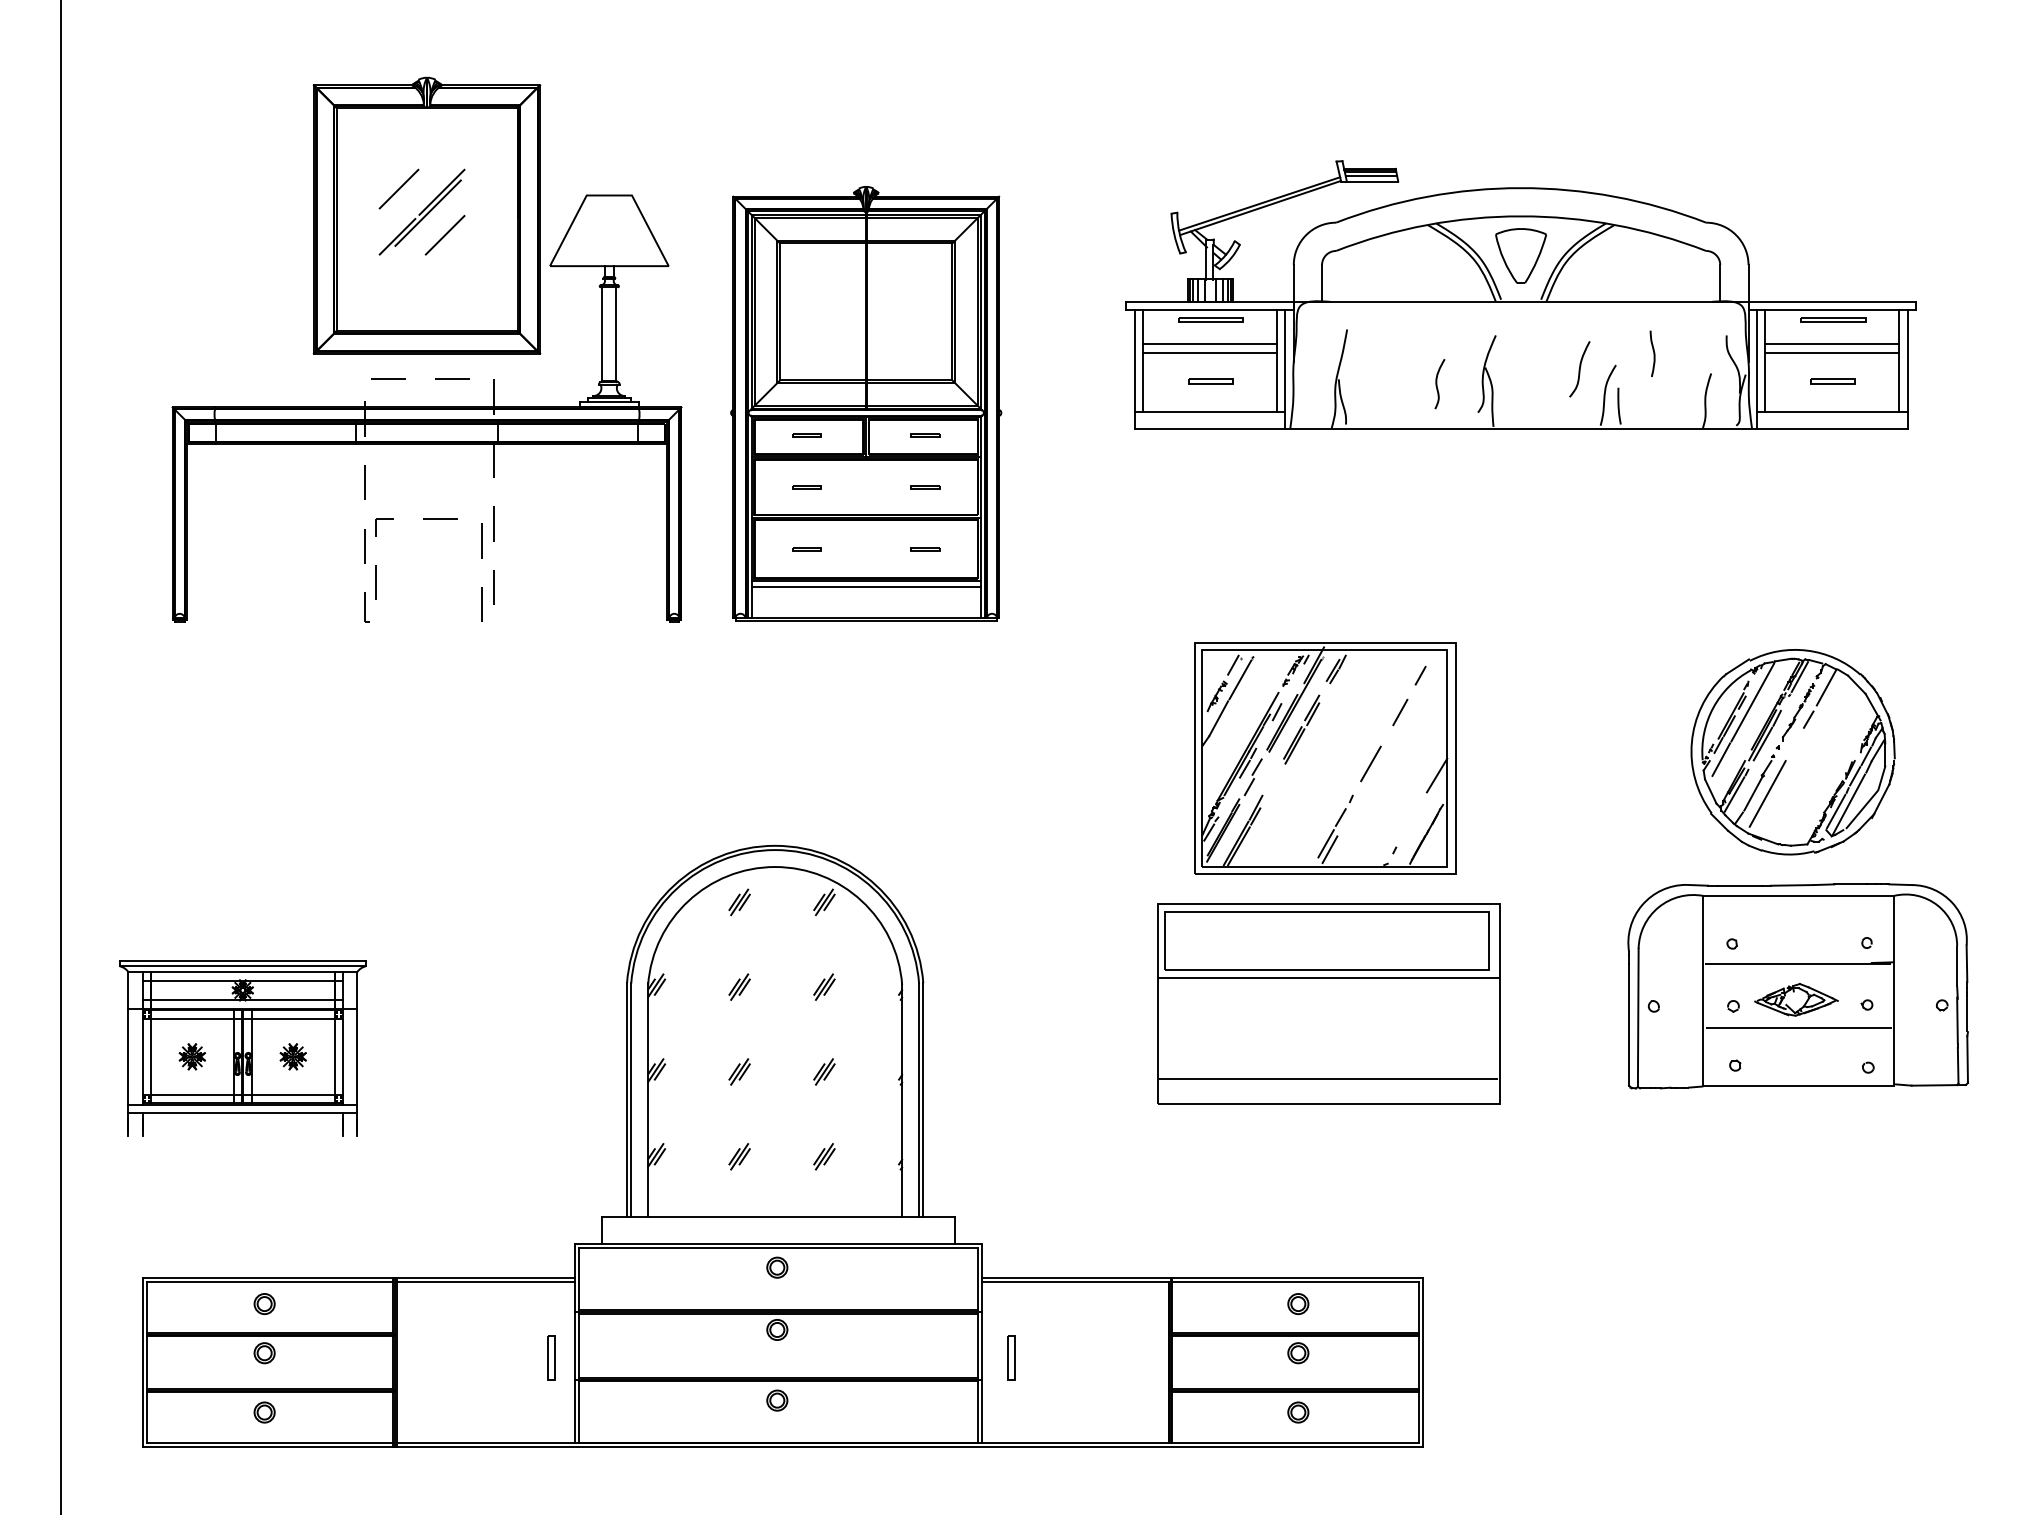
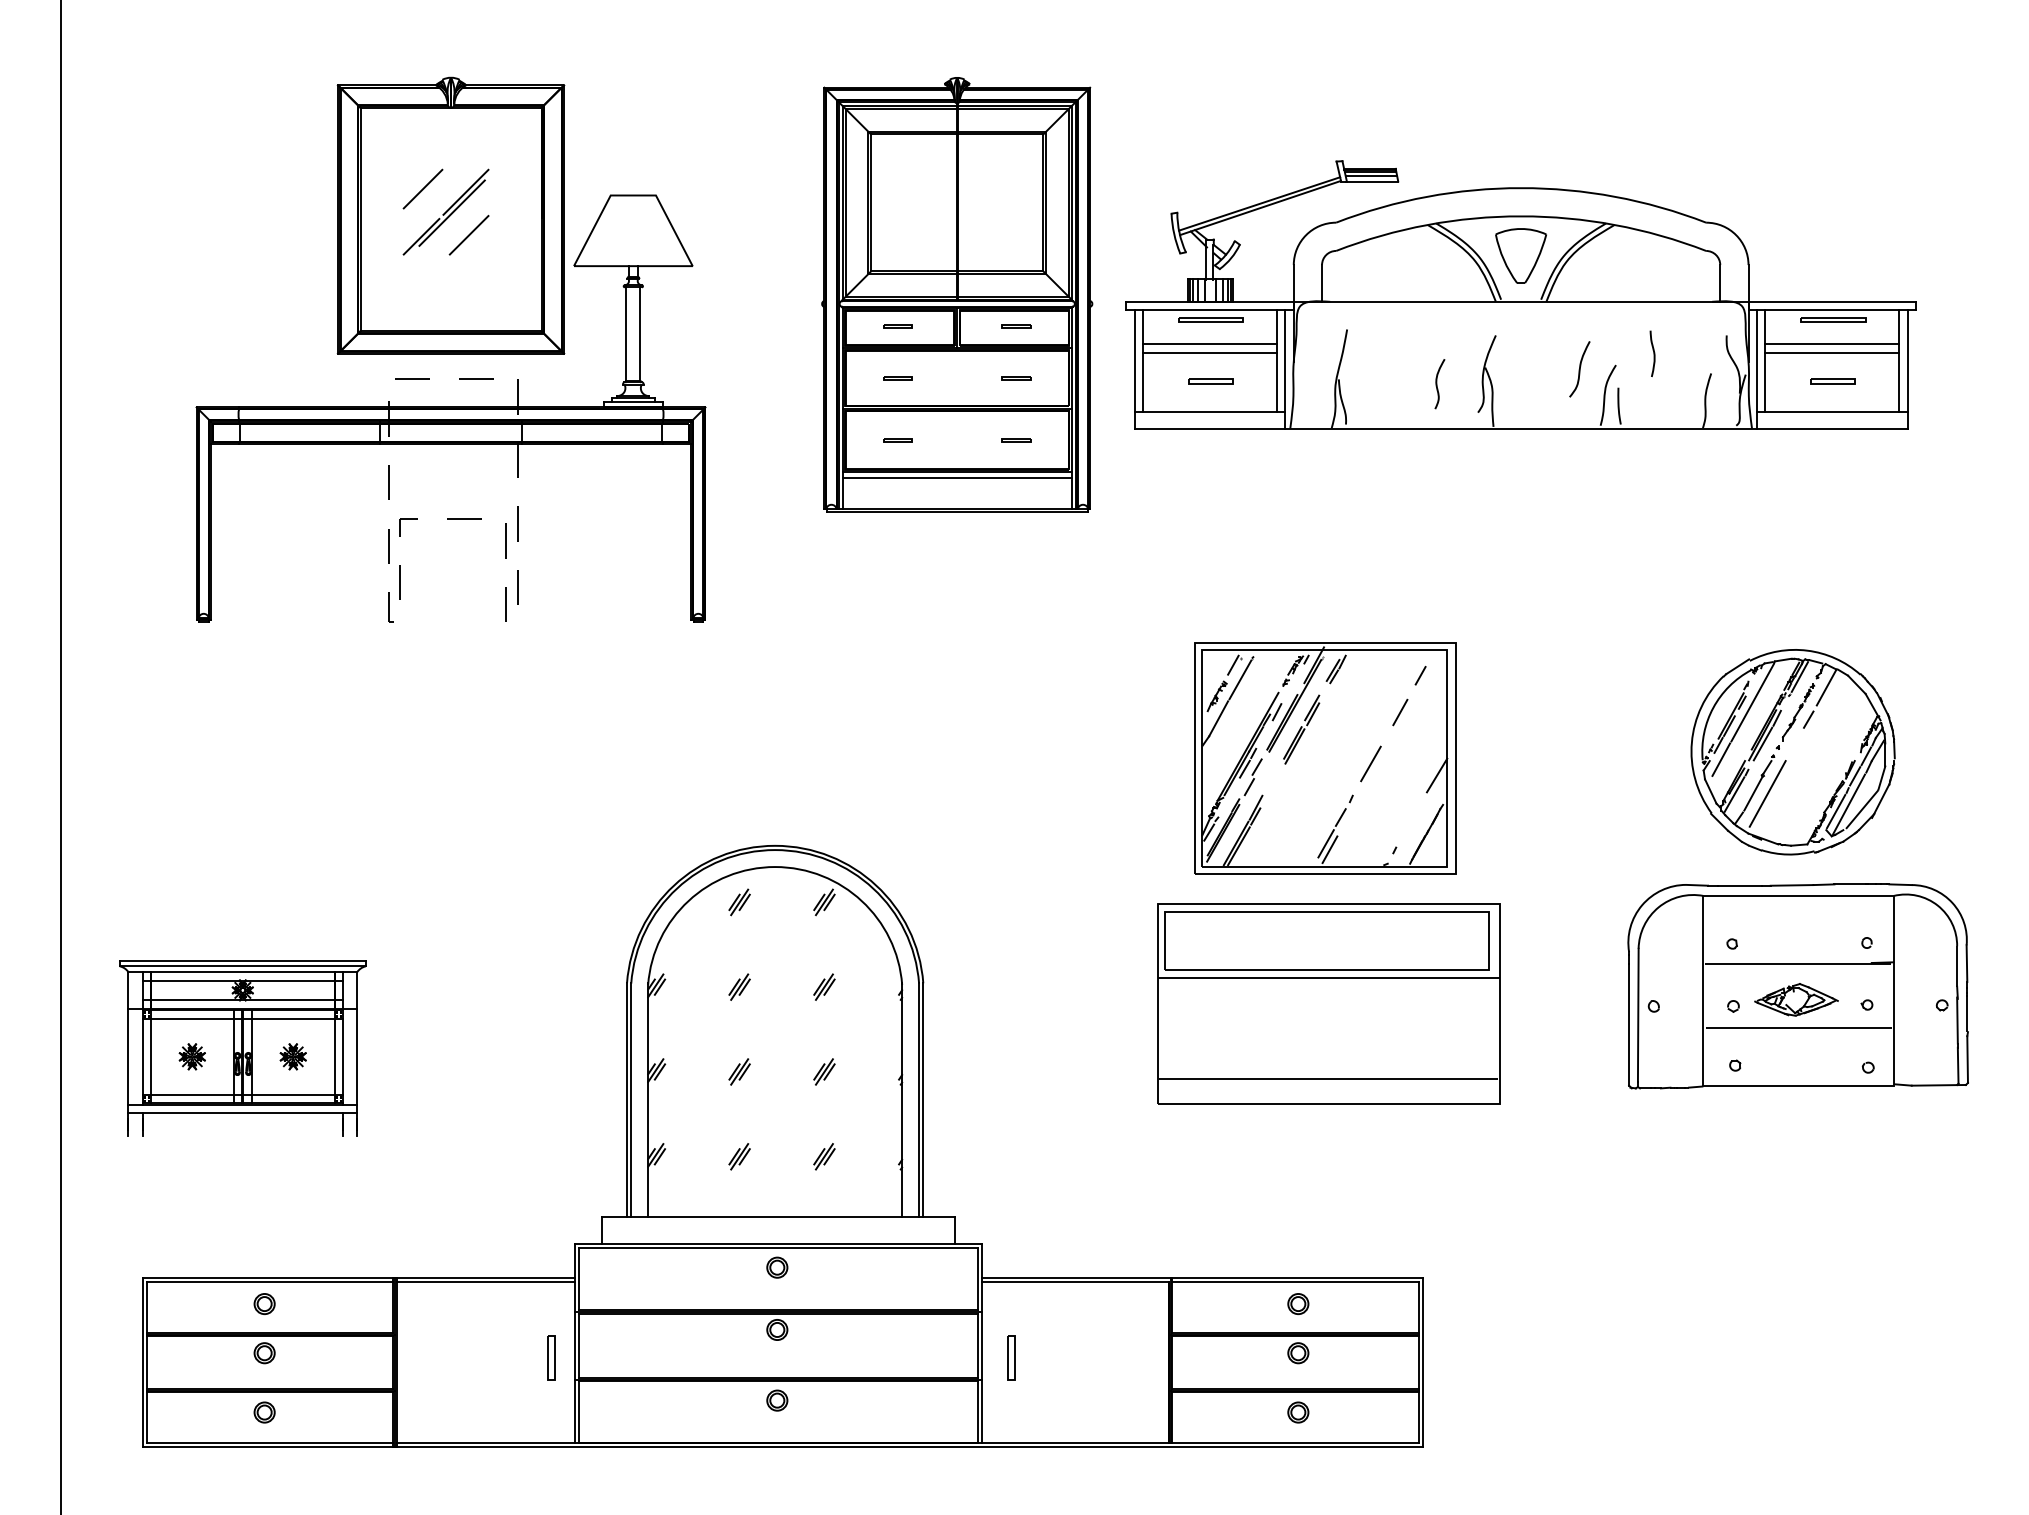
part at (426, 349) position: (426, 349) -> (450, 349)
part at (866, 403) position: (866, 403) -> (957, 294)
